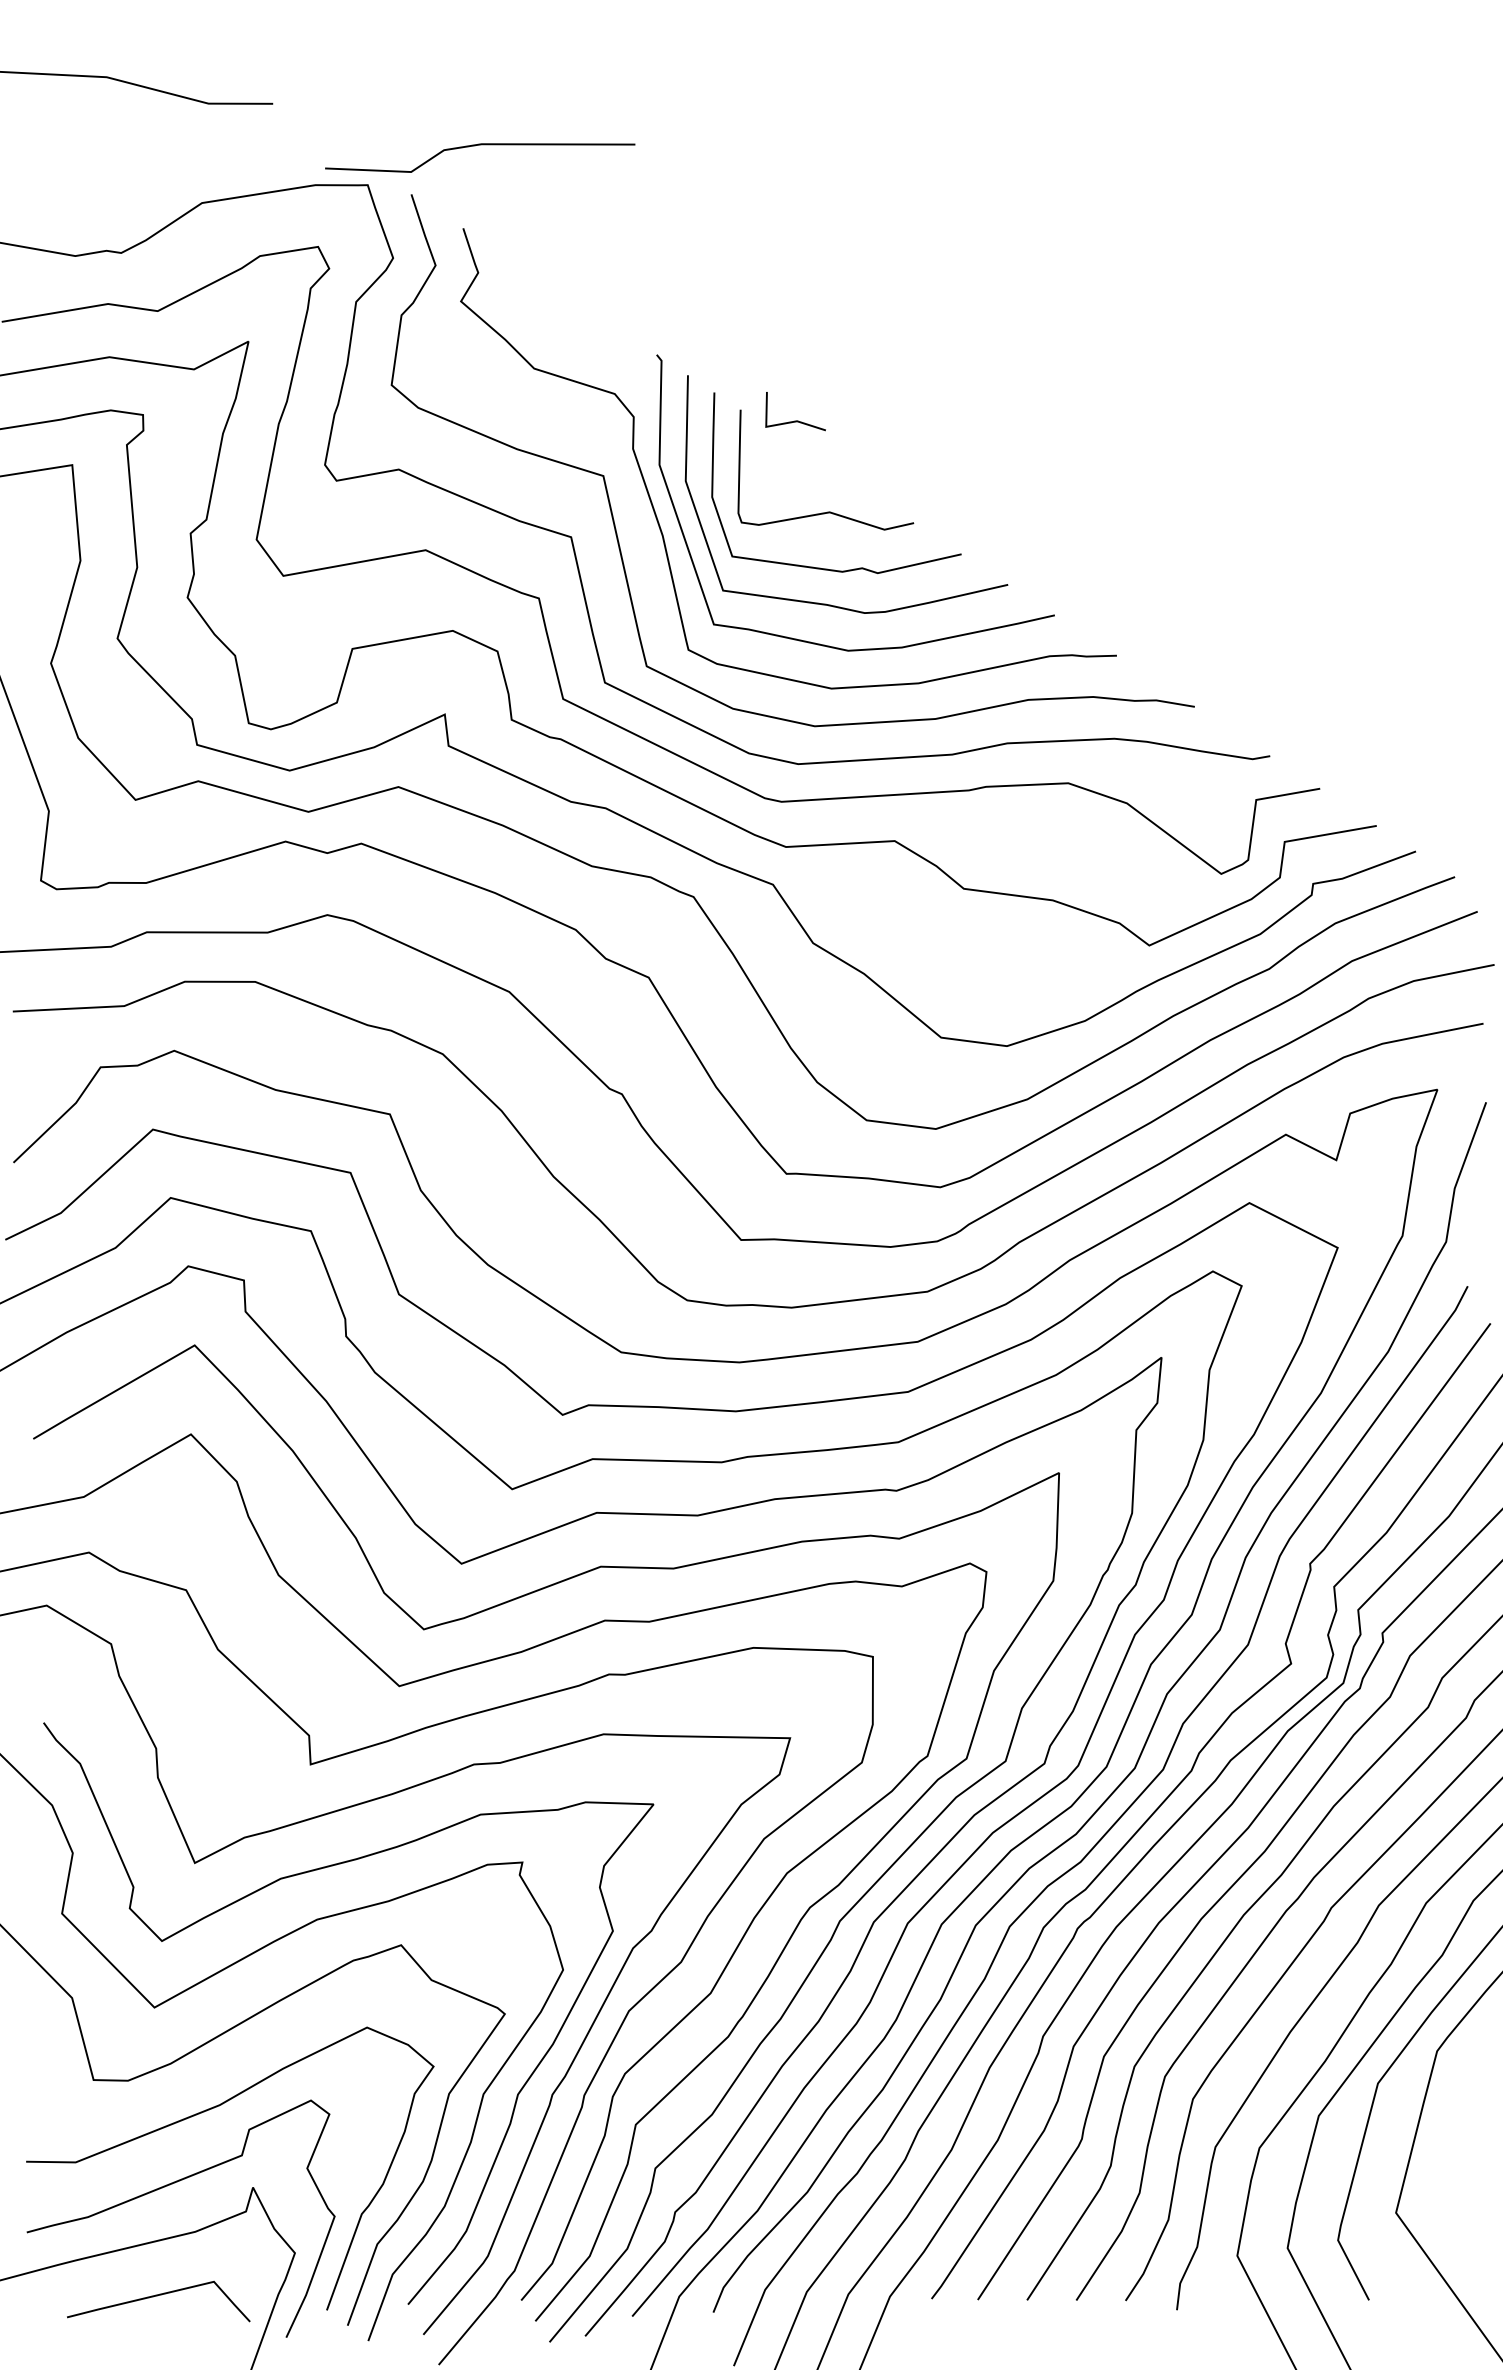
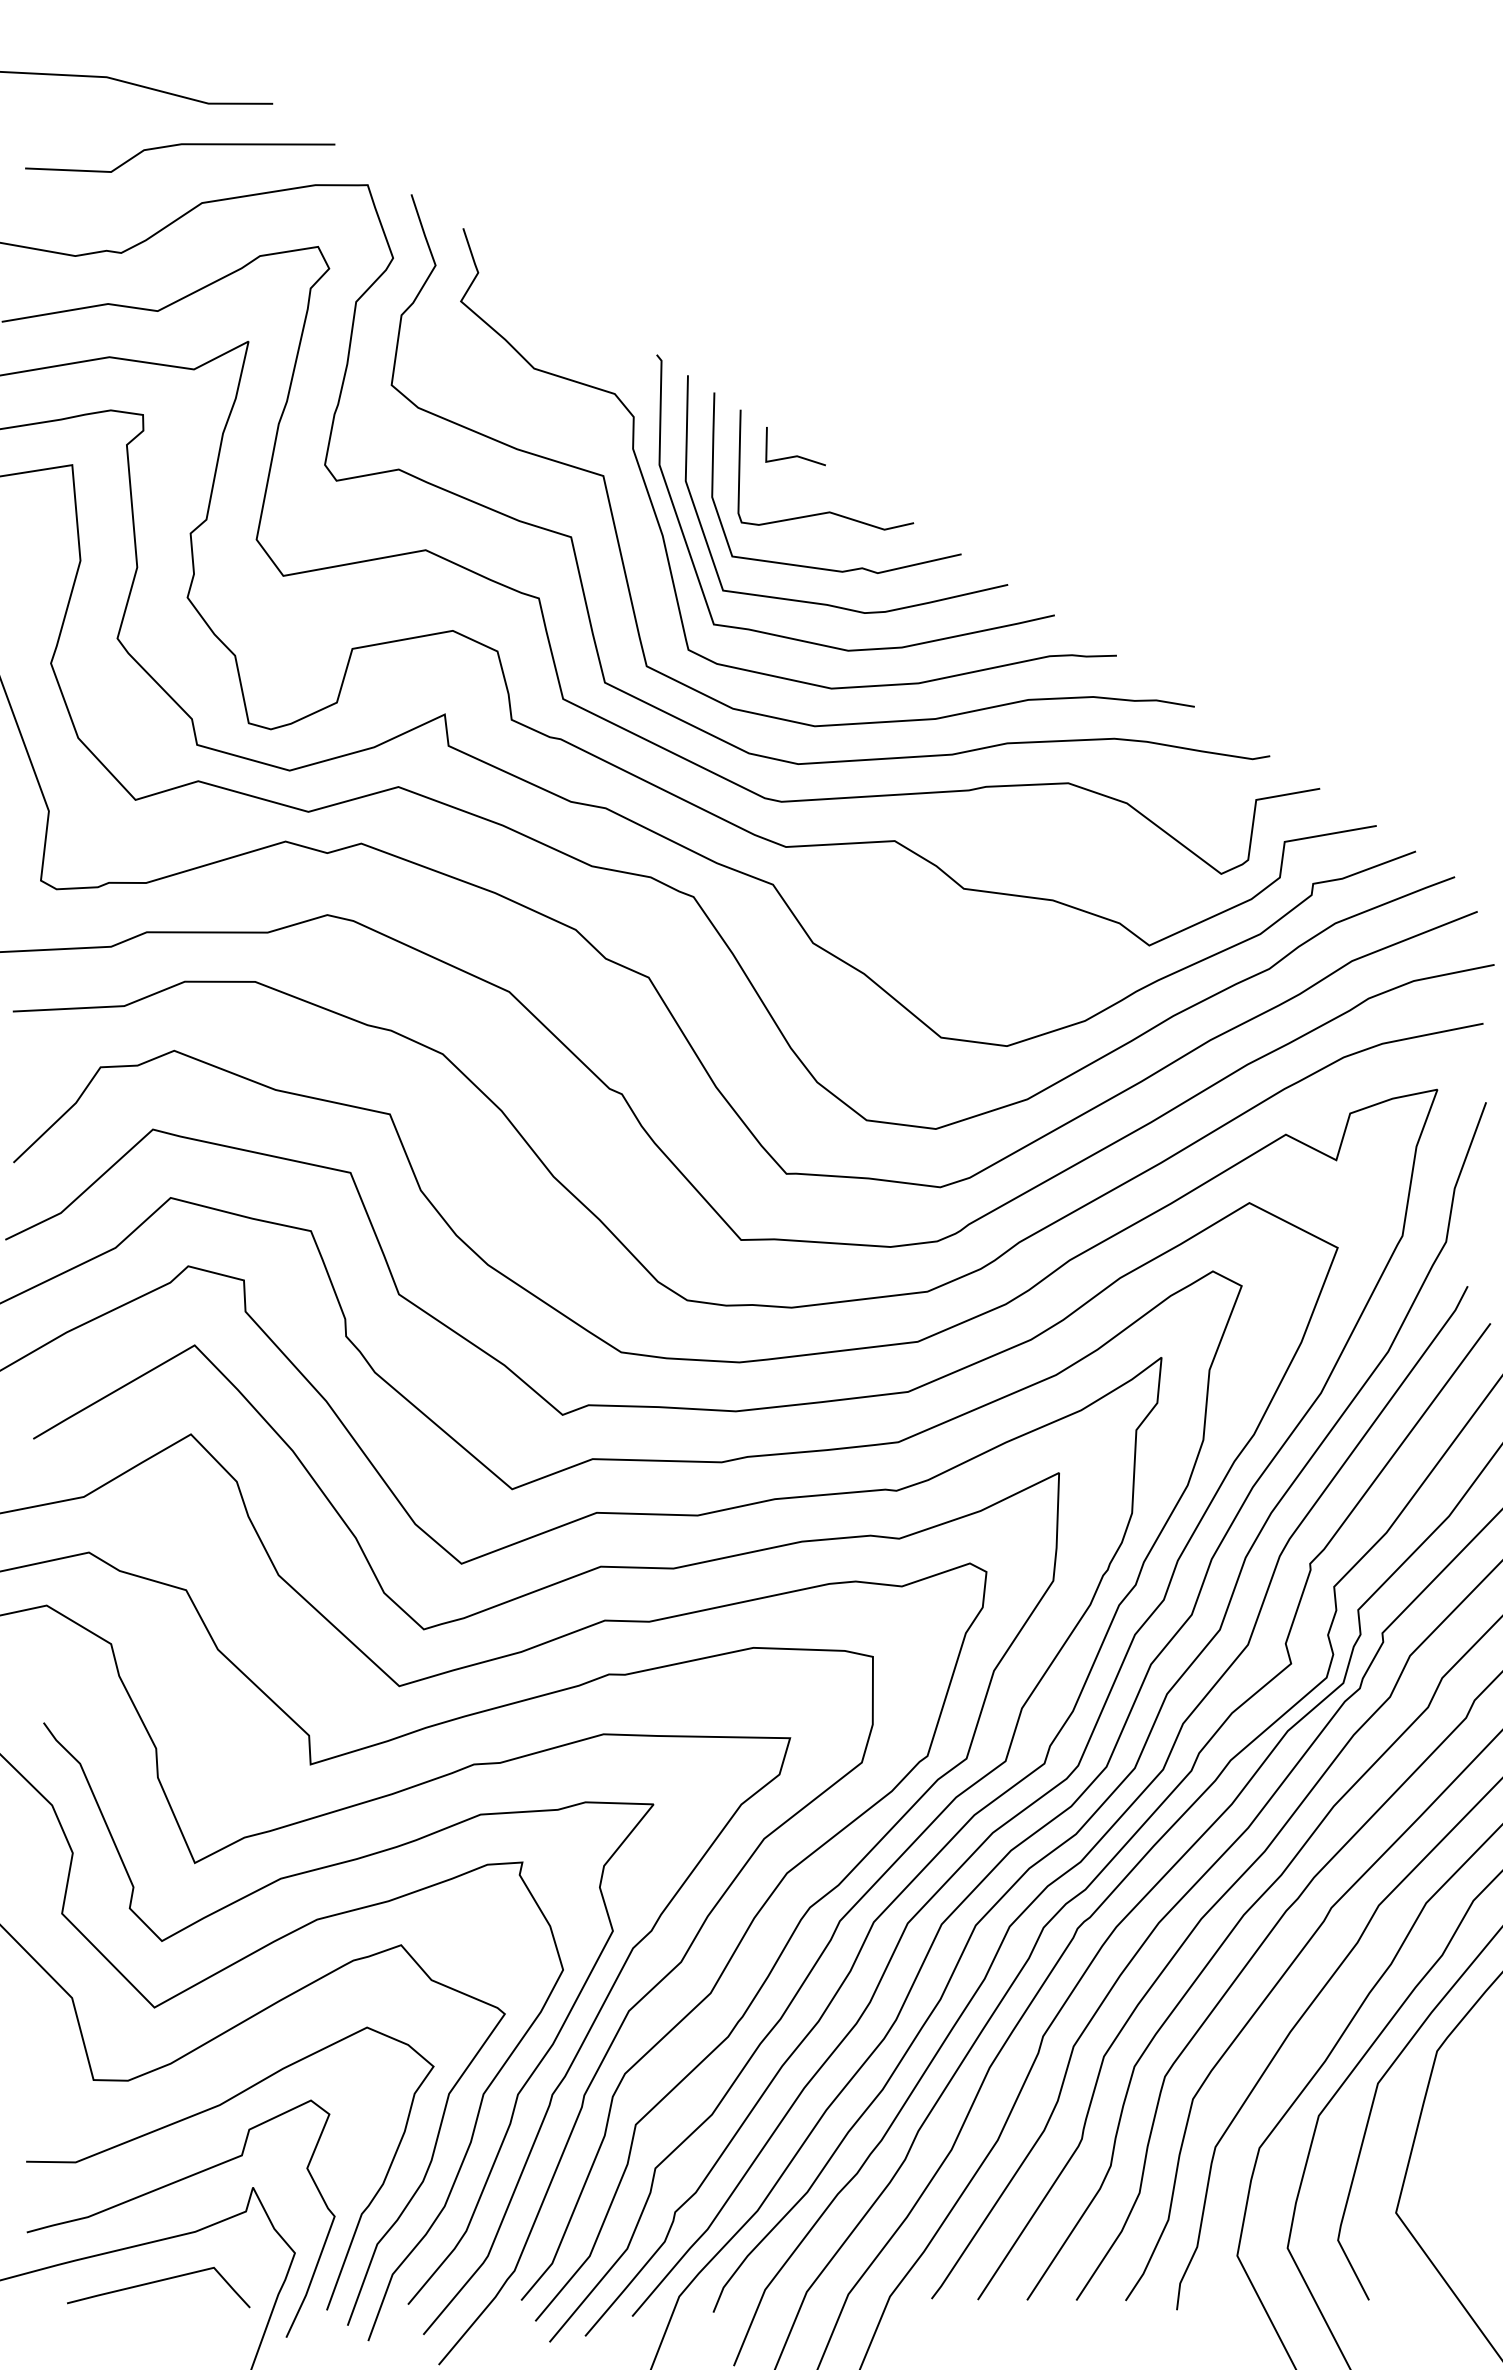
line at (480, 145) position: (480, 145) -> (180, 145)
line at (795, 420) position: (795, 420) -> (795, 455)
line at (157, 2296) position: (157, 2296) -> (157, 2282)
